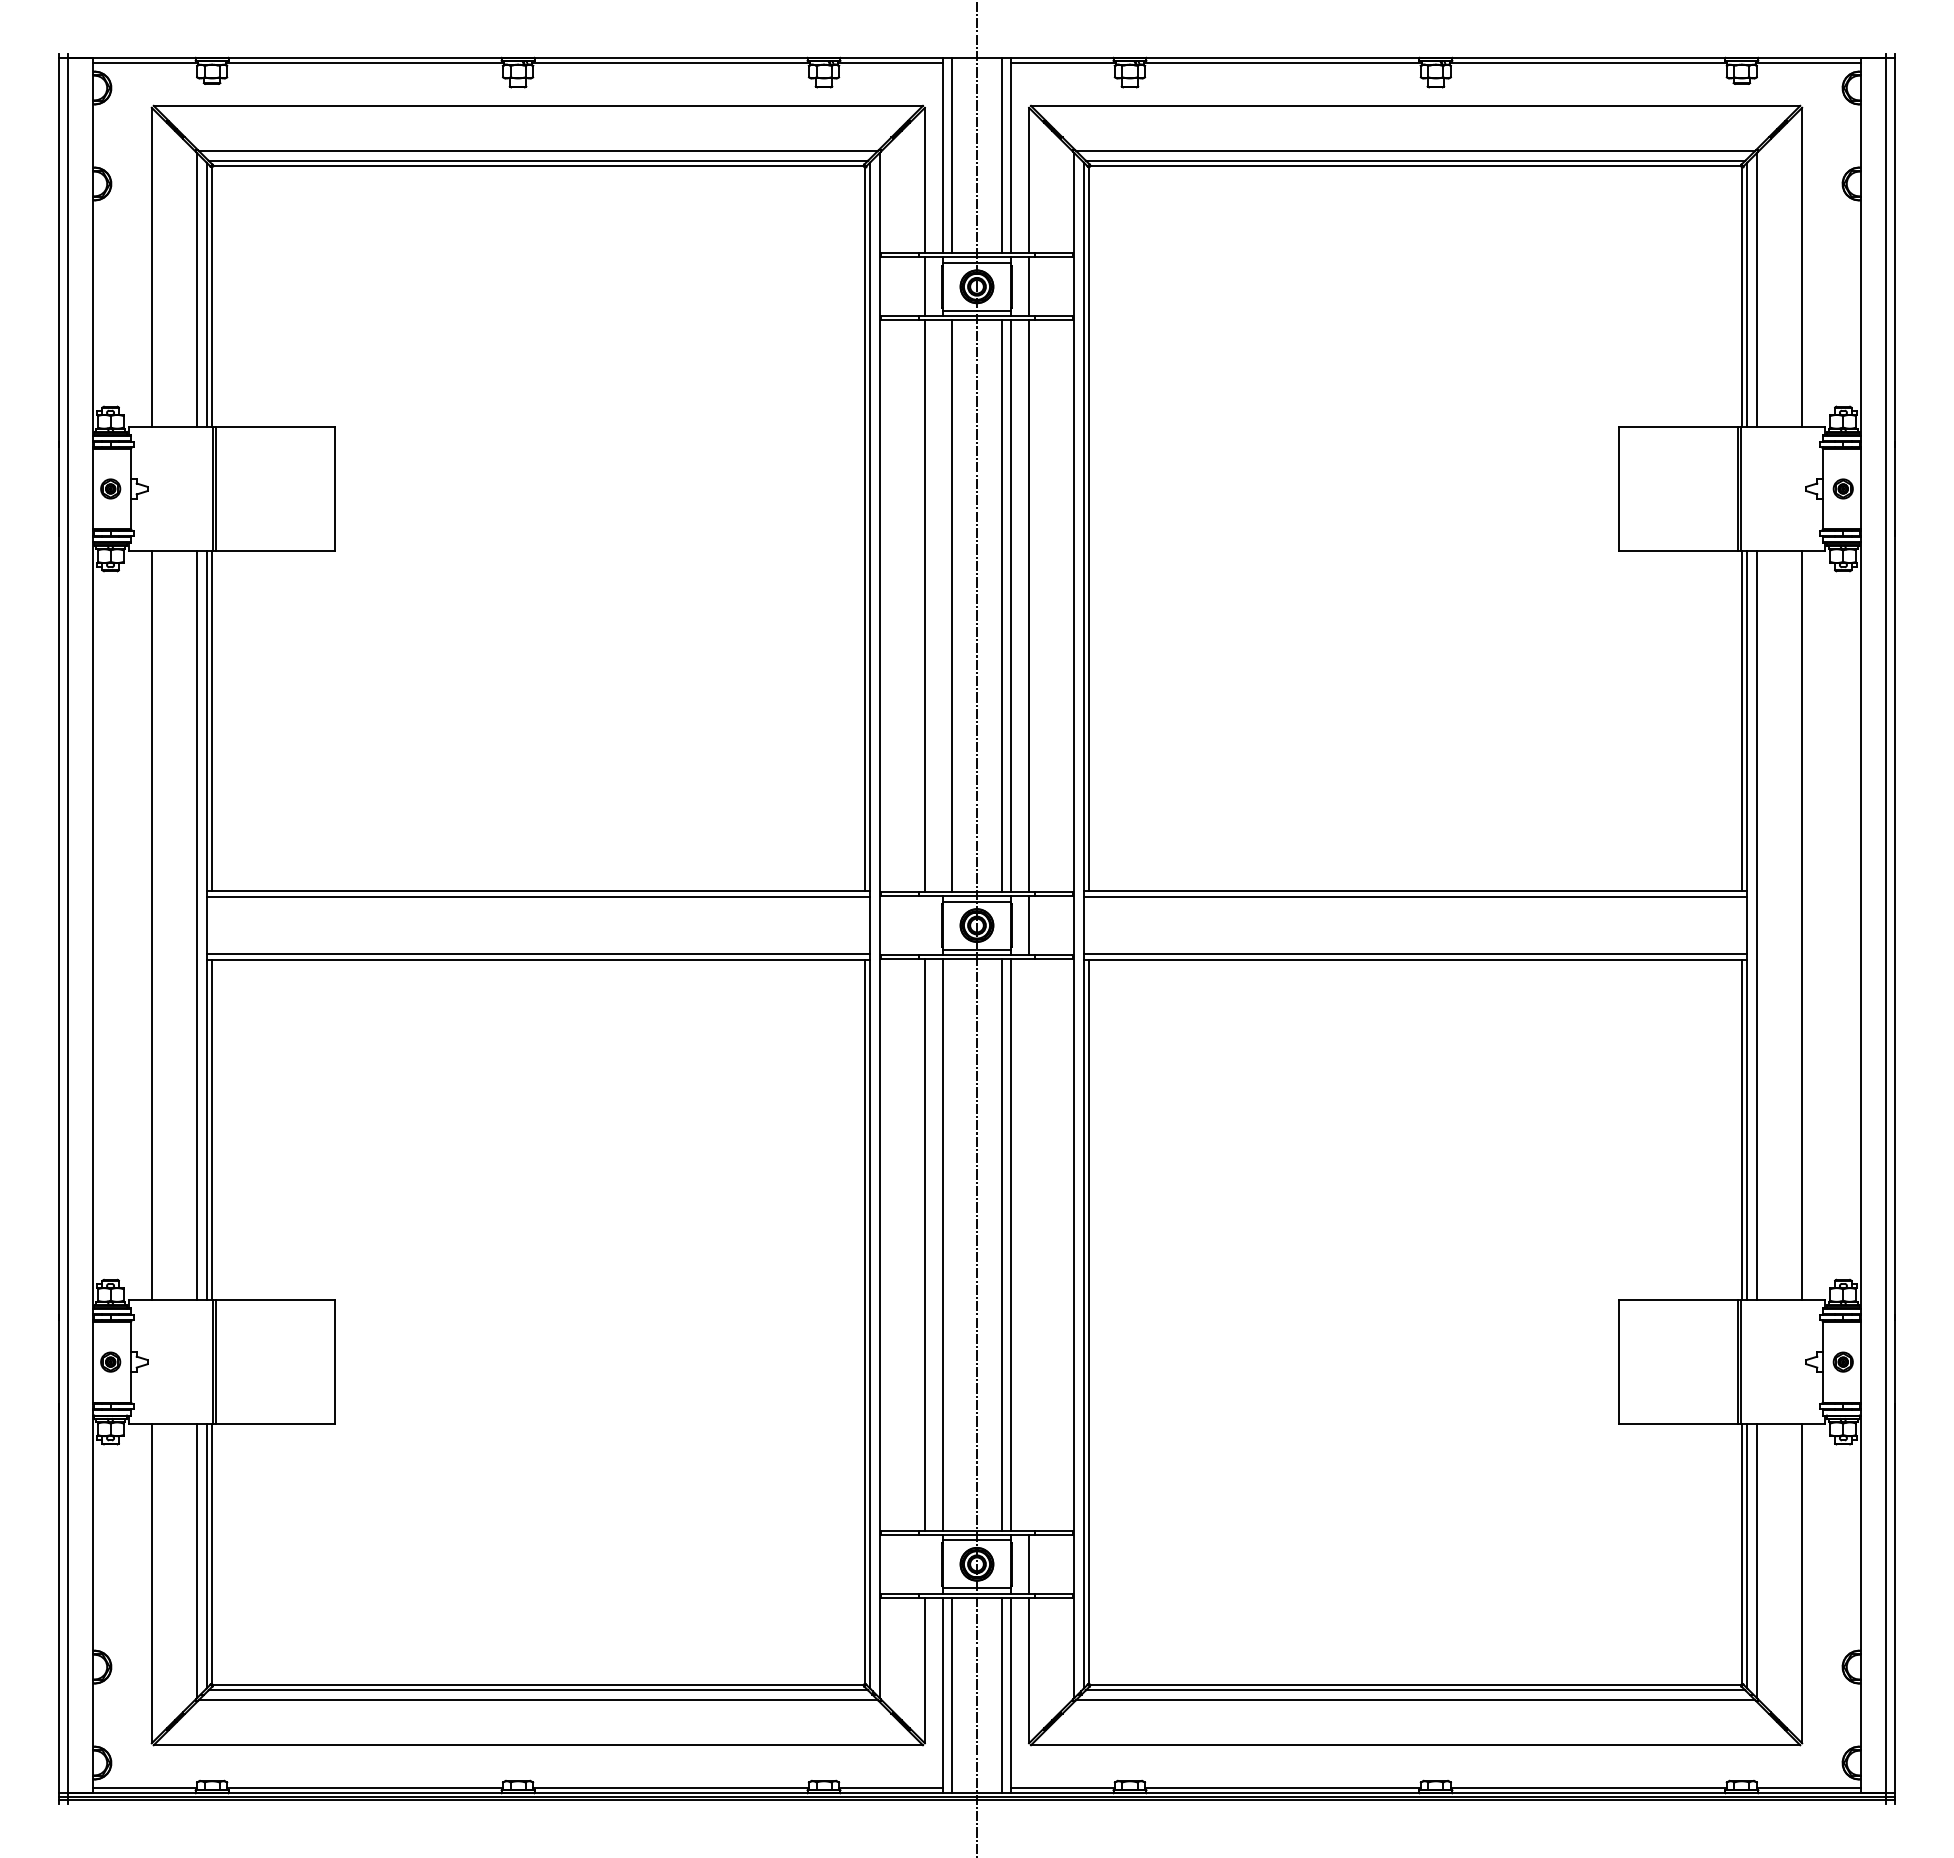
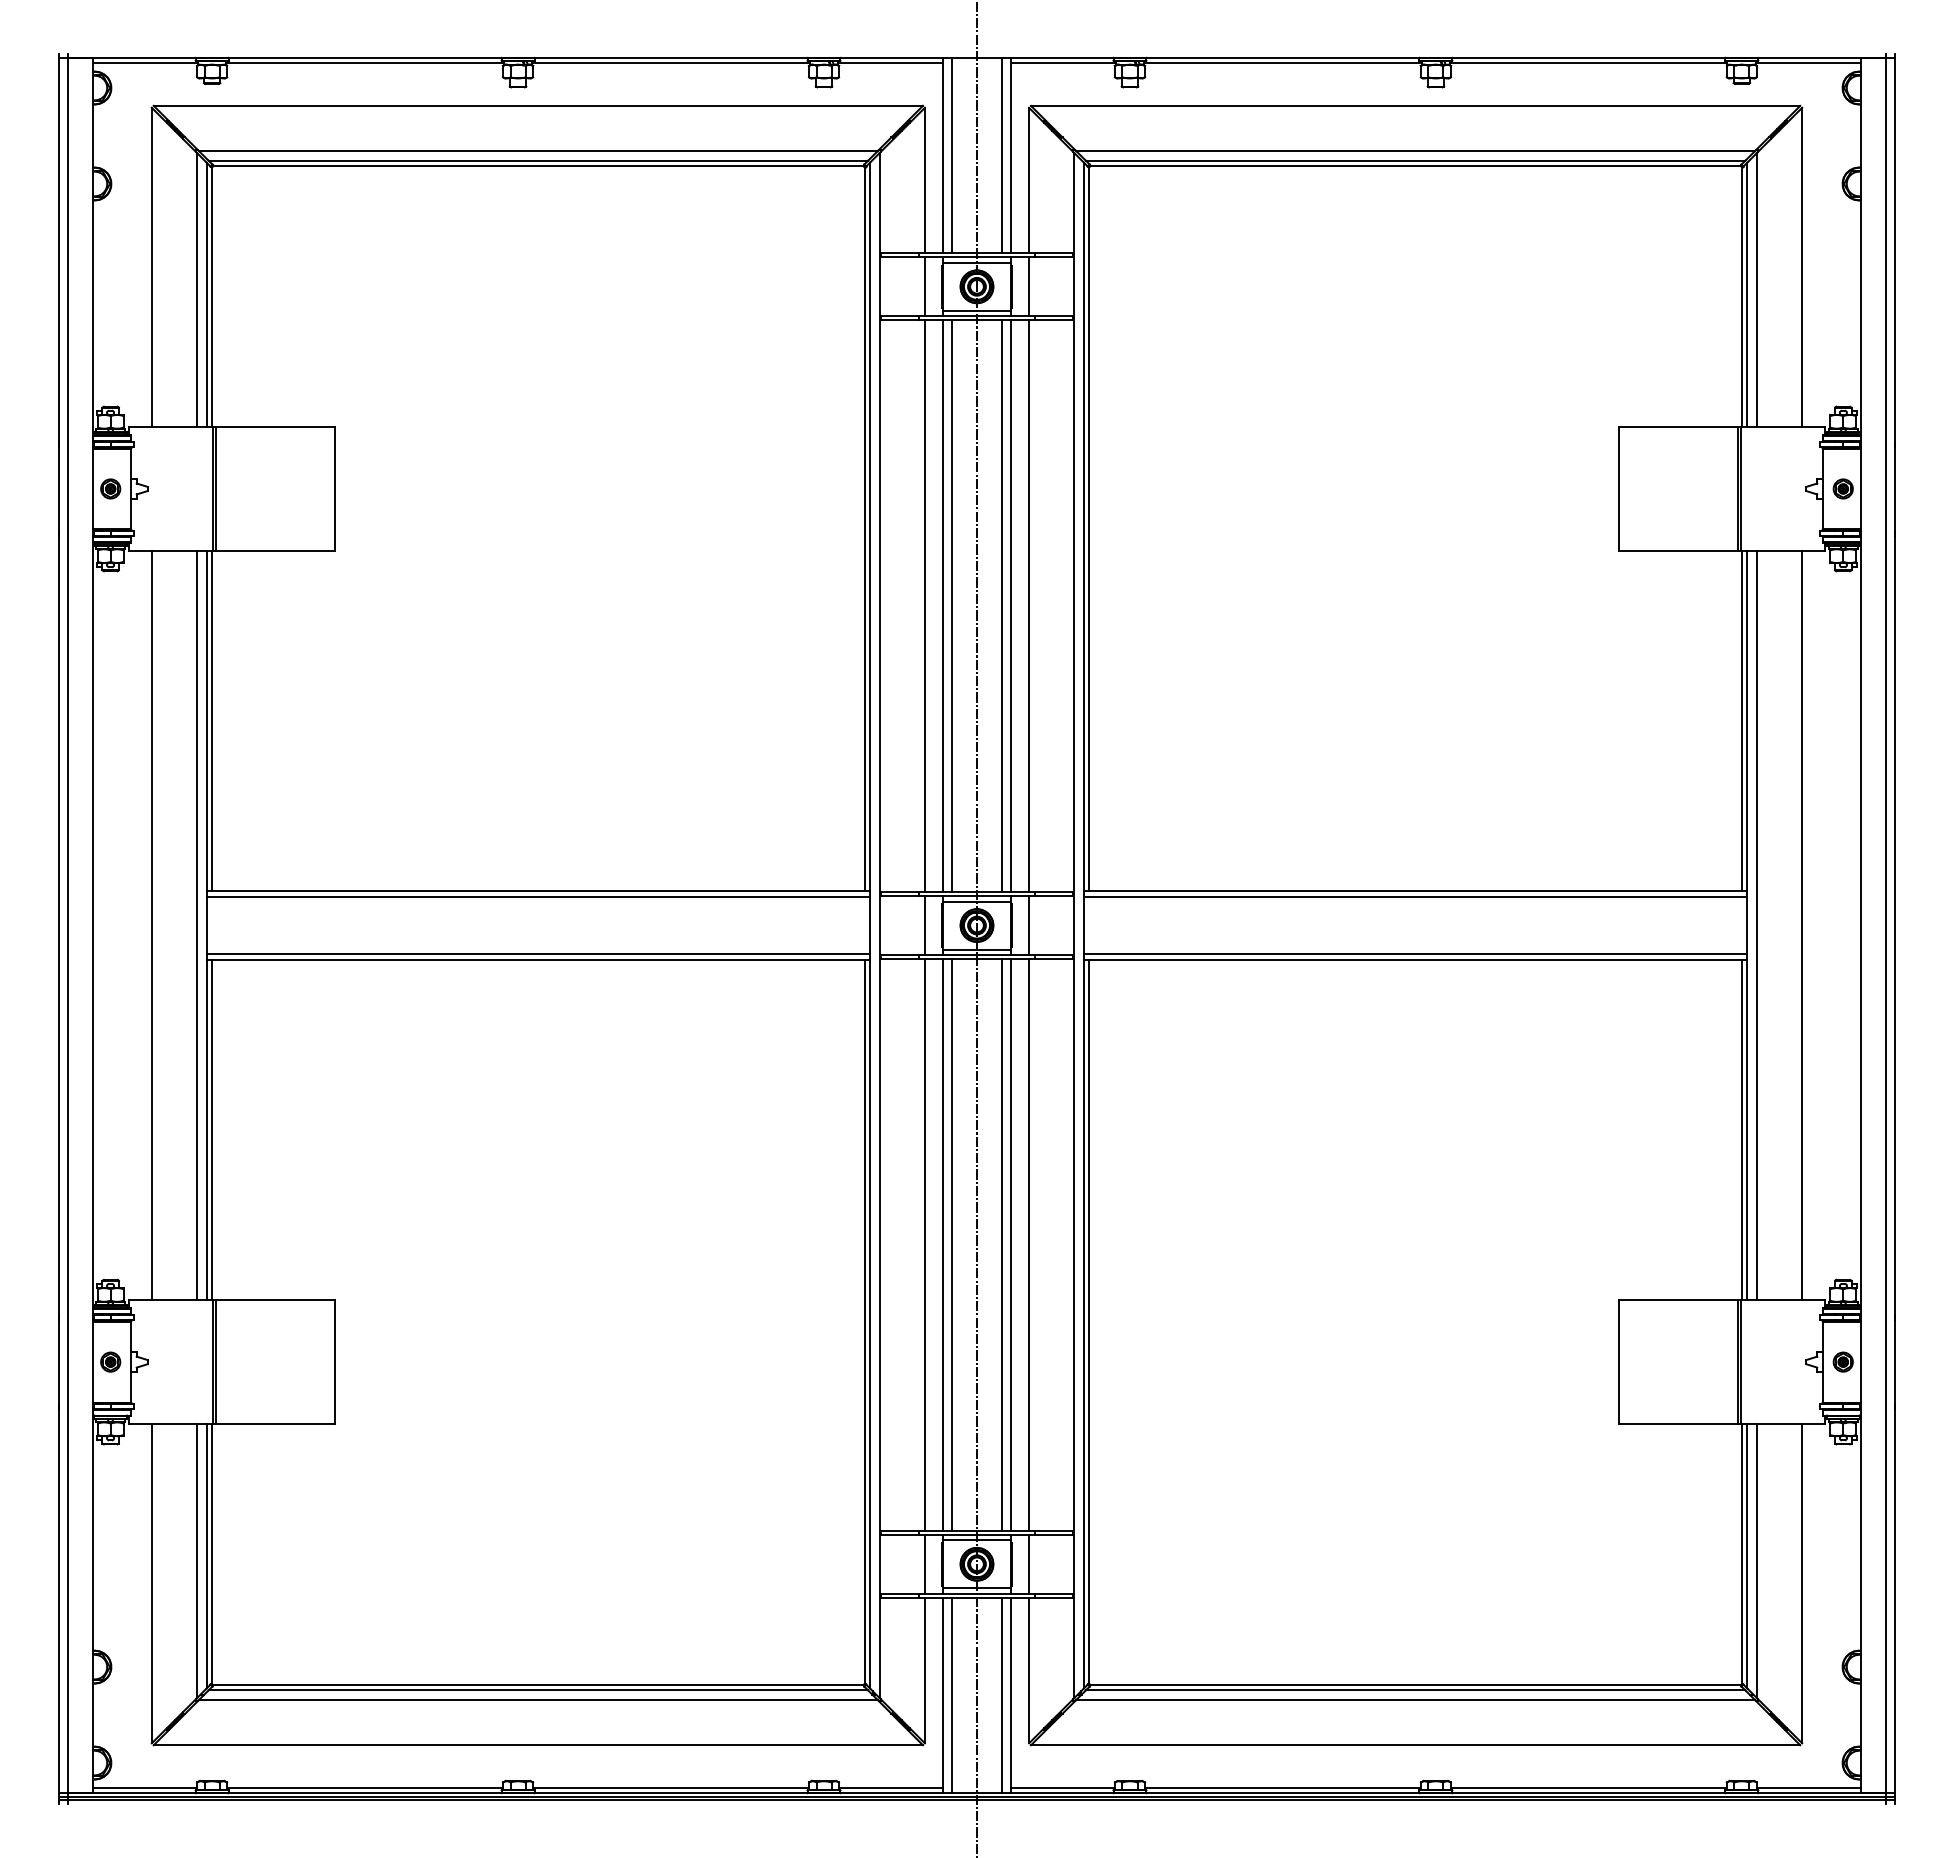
line at (942, 605): none -> present
line at (924, 925): none -> present
line at (952, 1244): none -> present
line at (1029, 1244): none -> present
line at (924, 1563): none -> present
